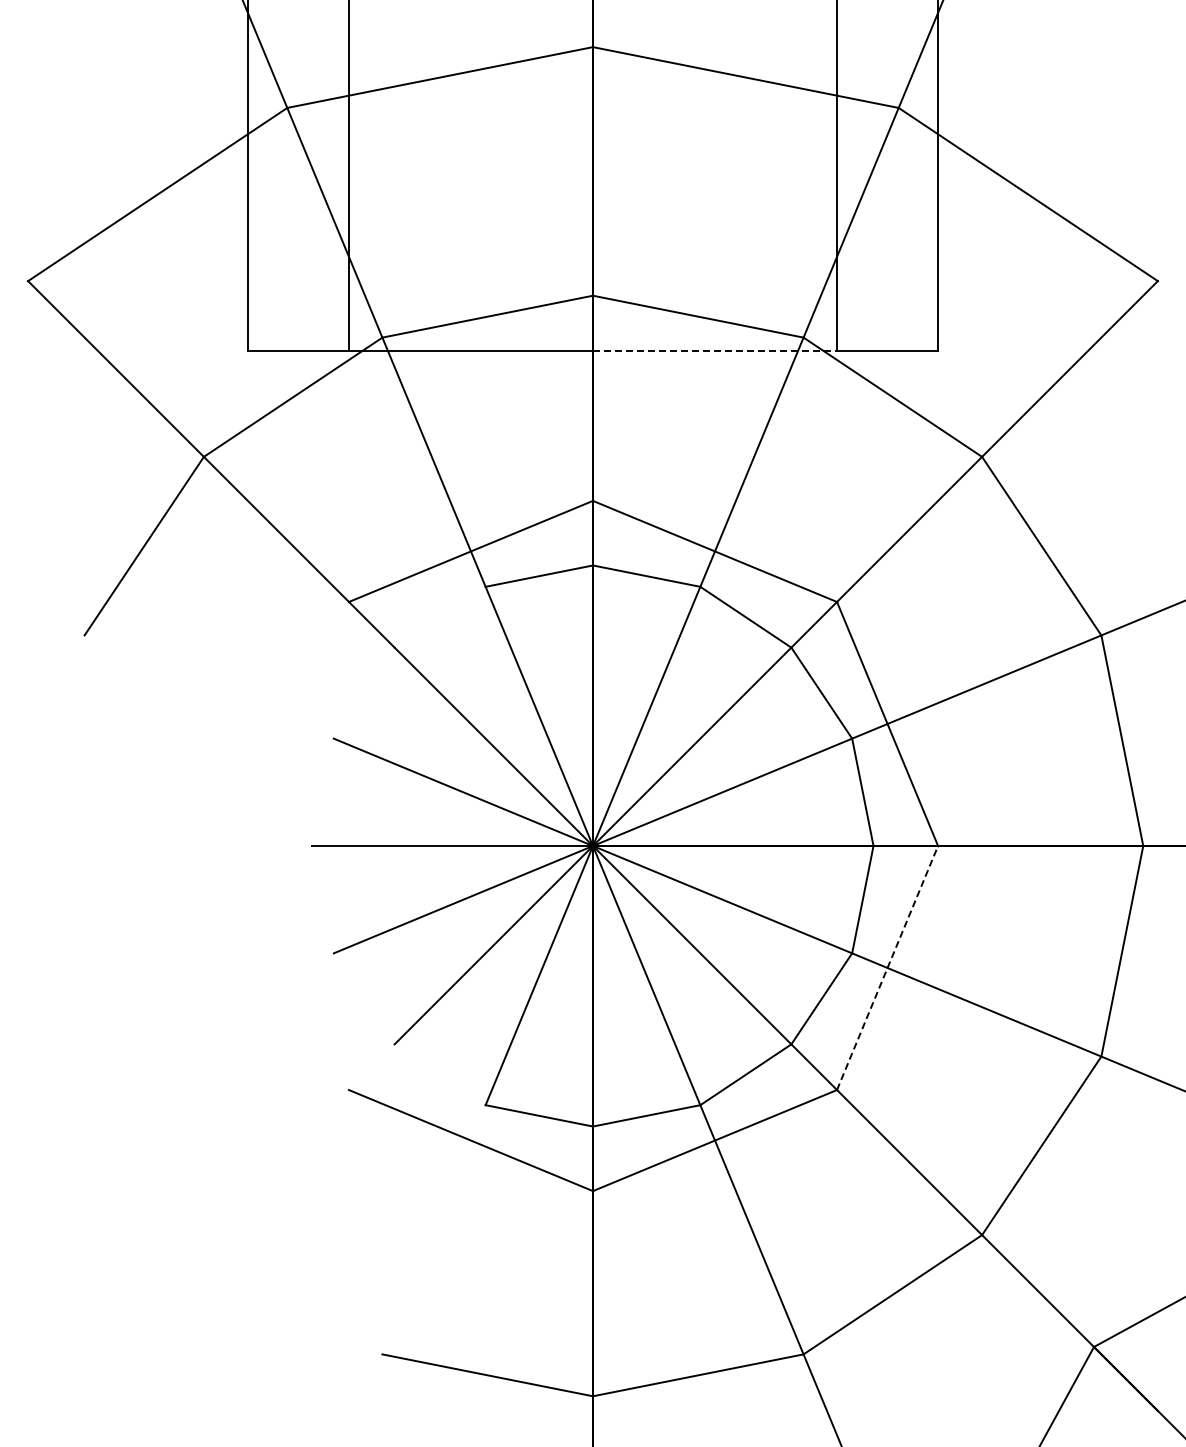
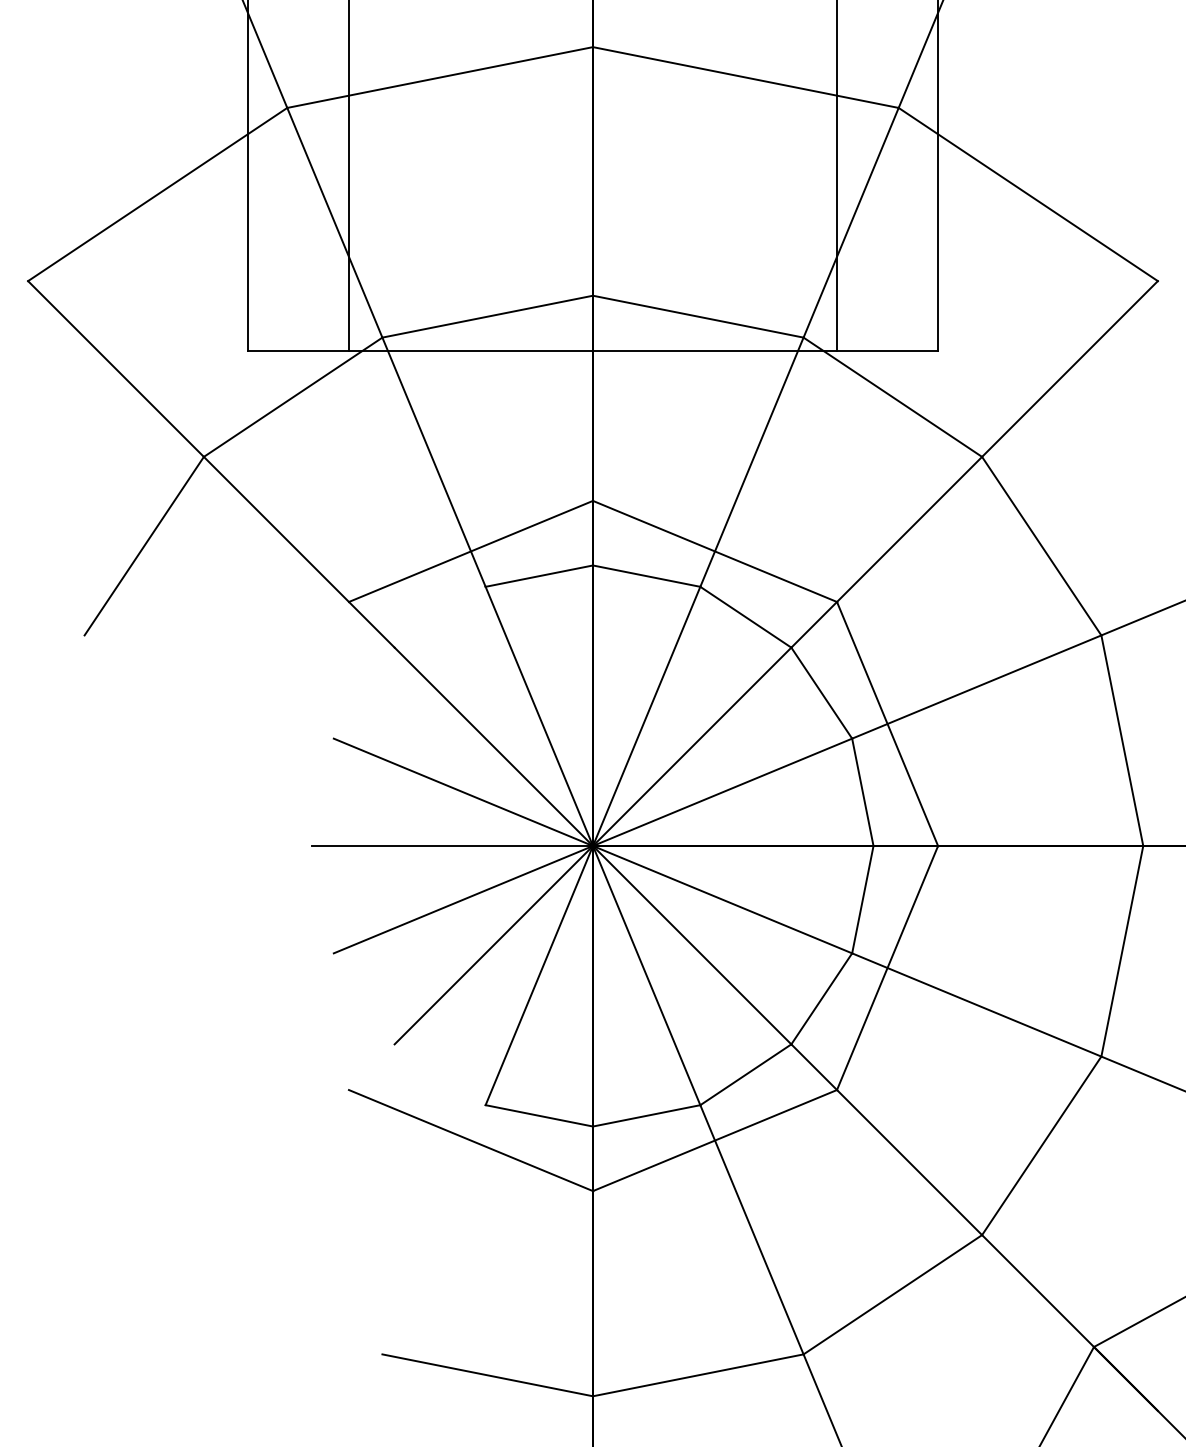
line at (715, 351): dashed -> solid
line at (887, 967): dashed -> solid
